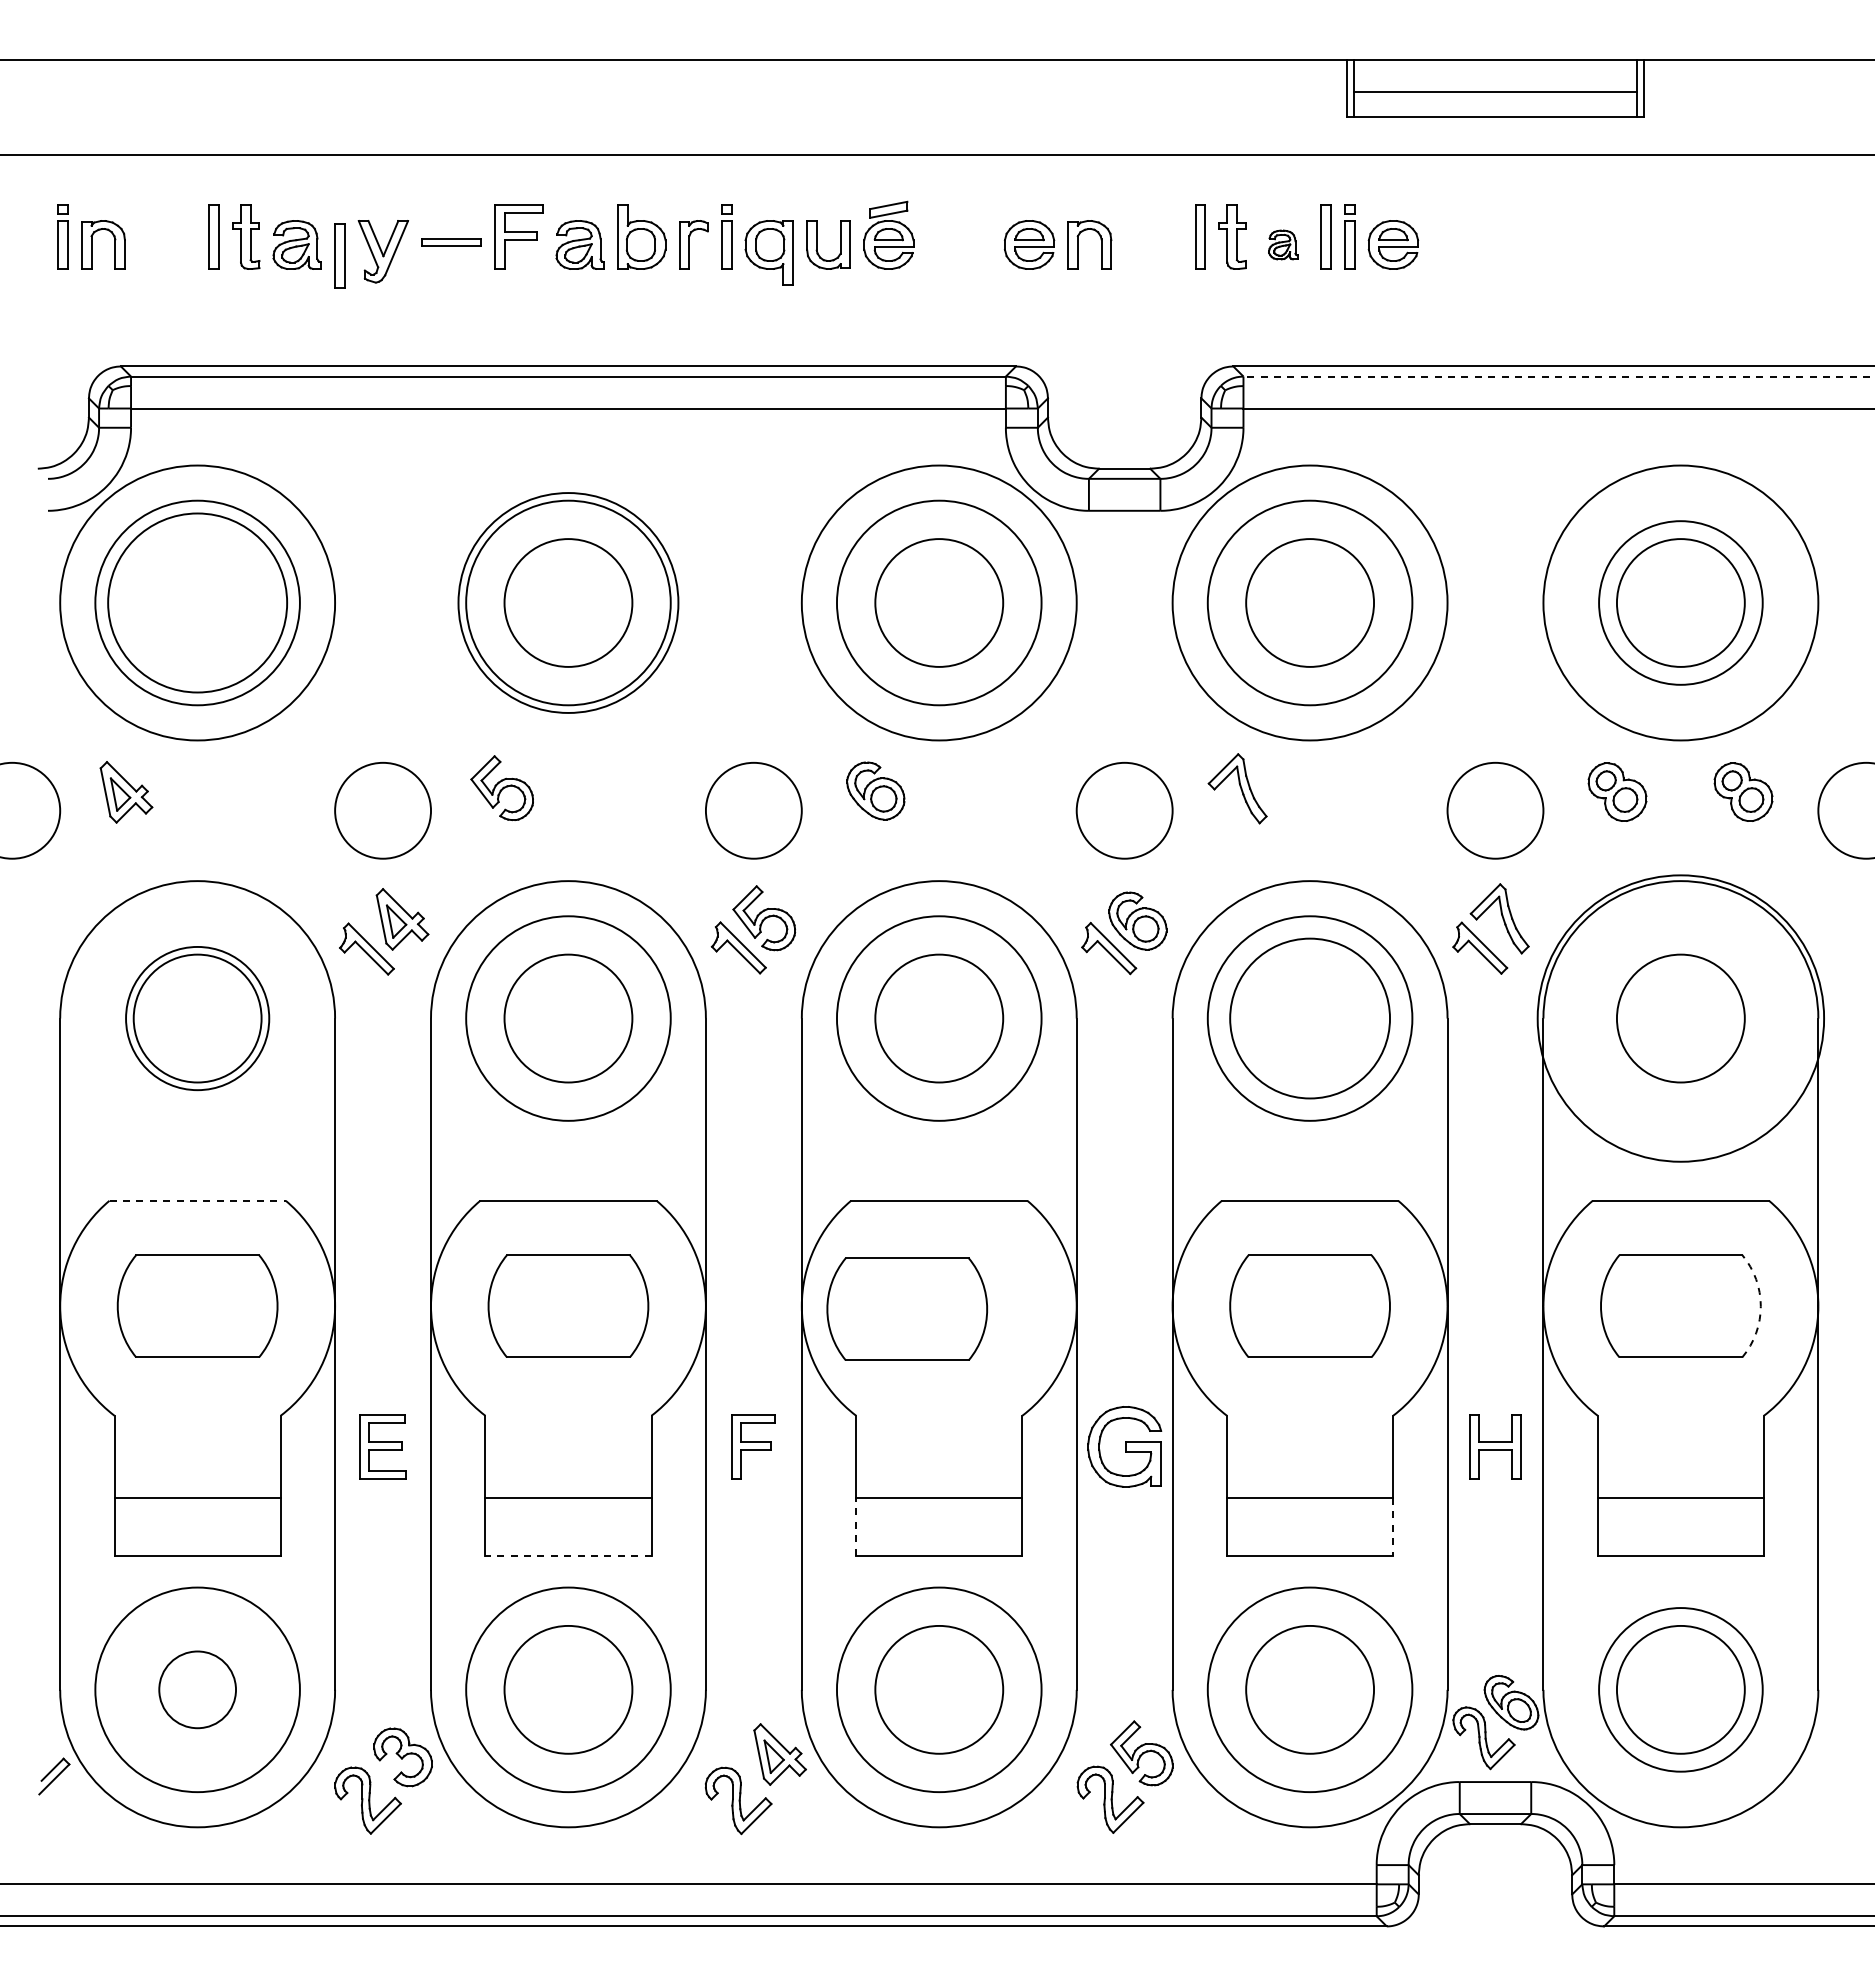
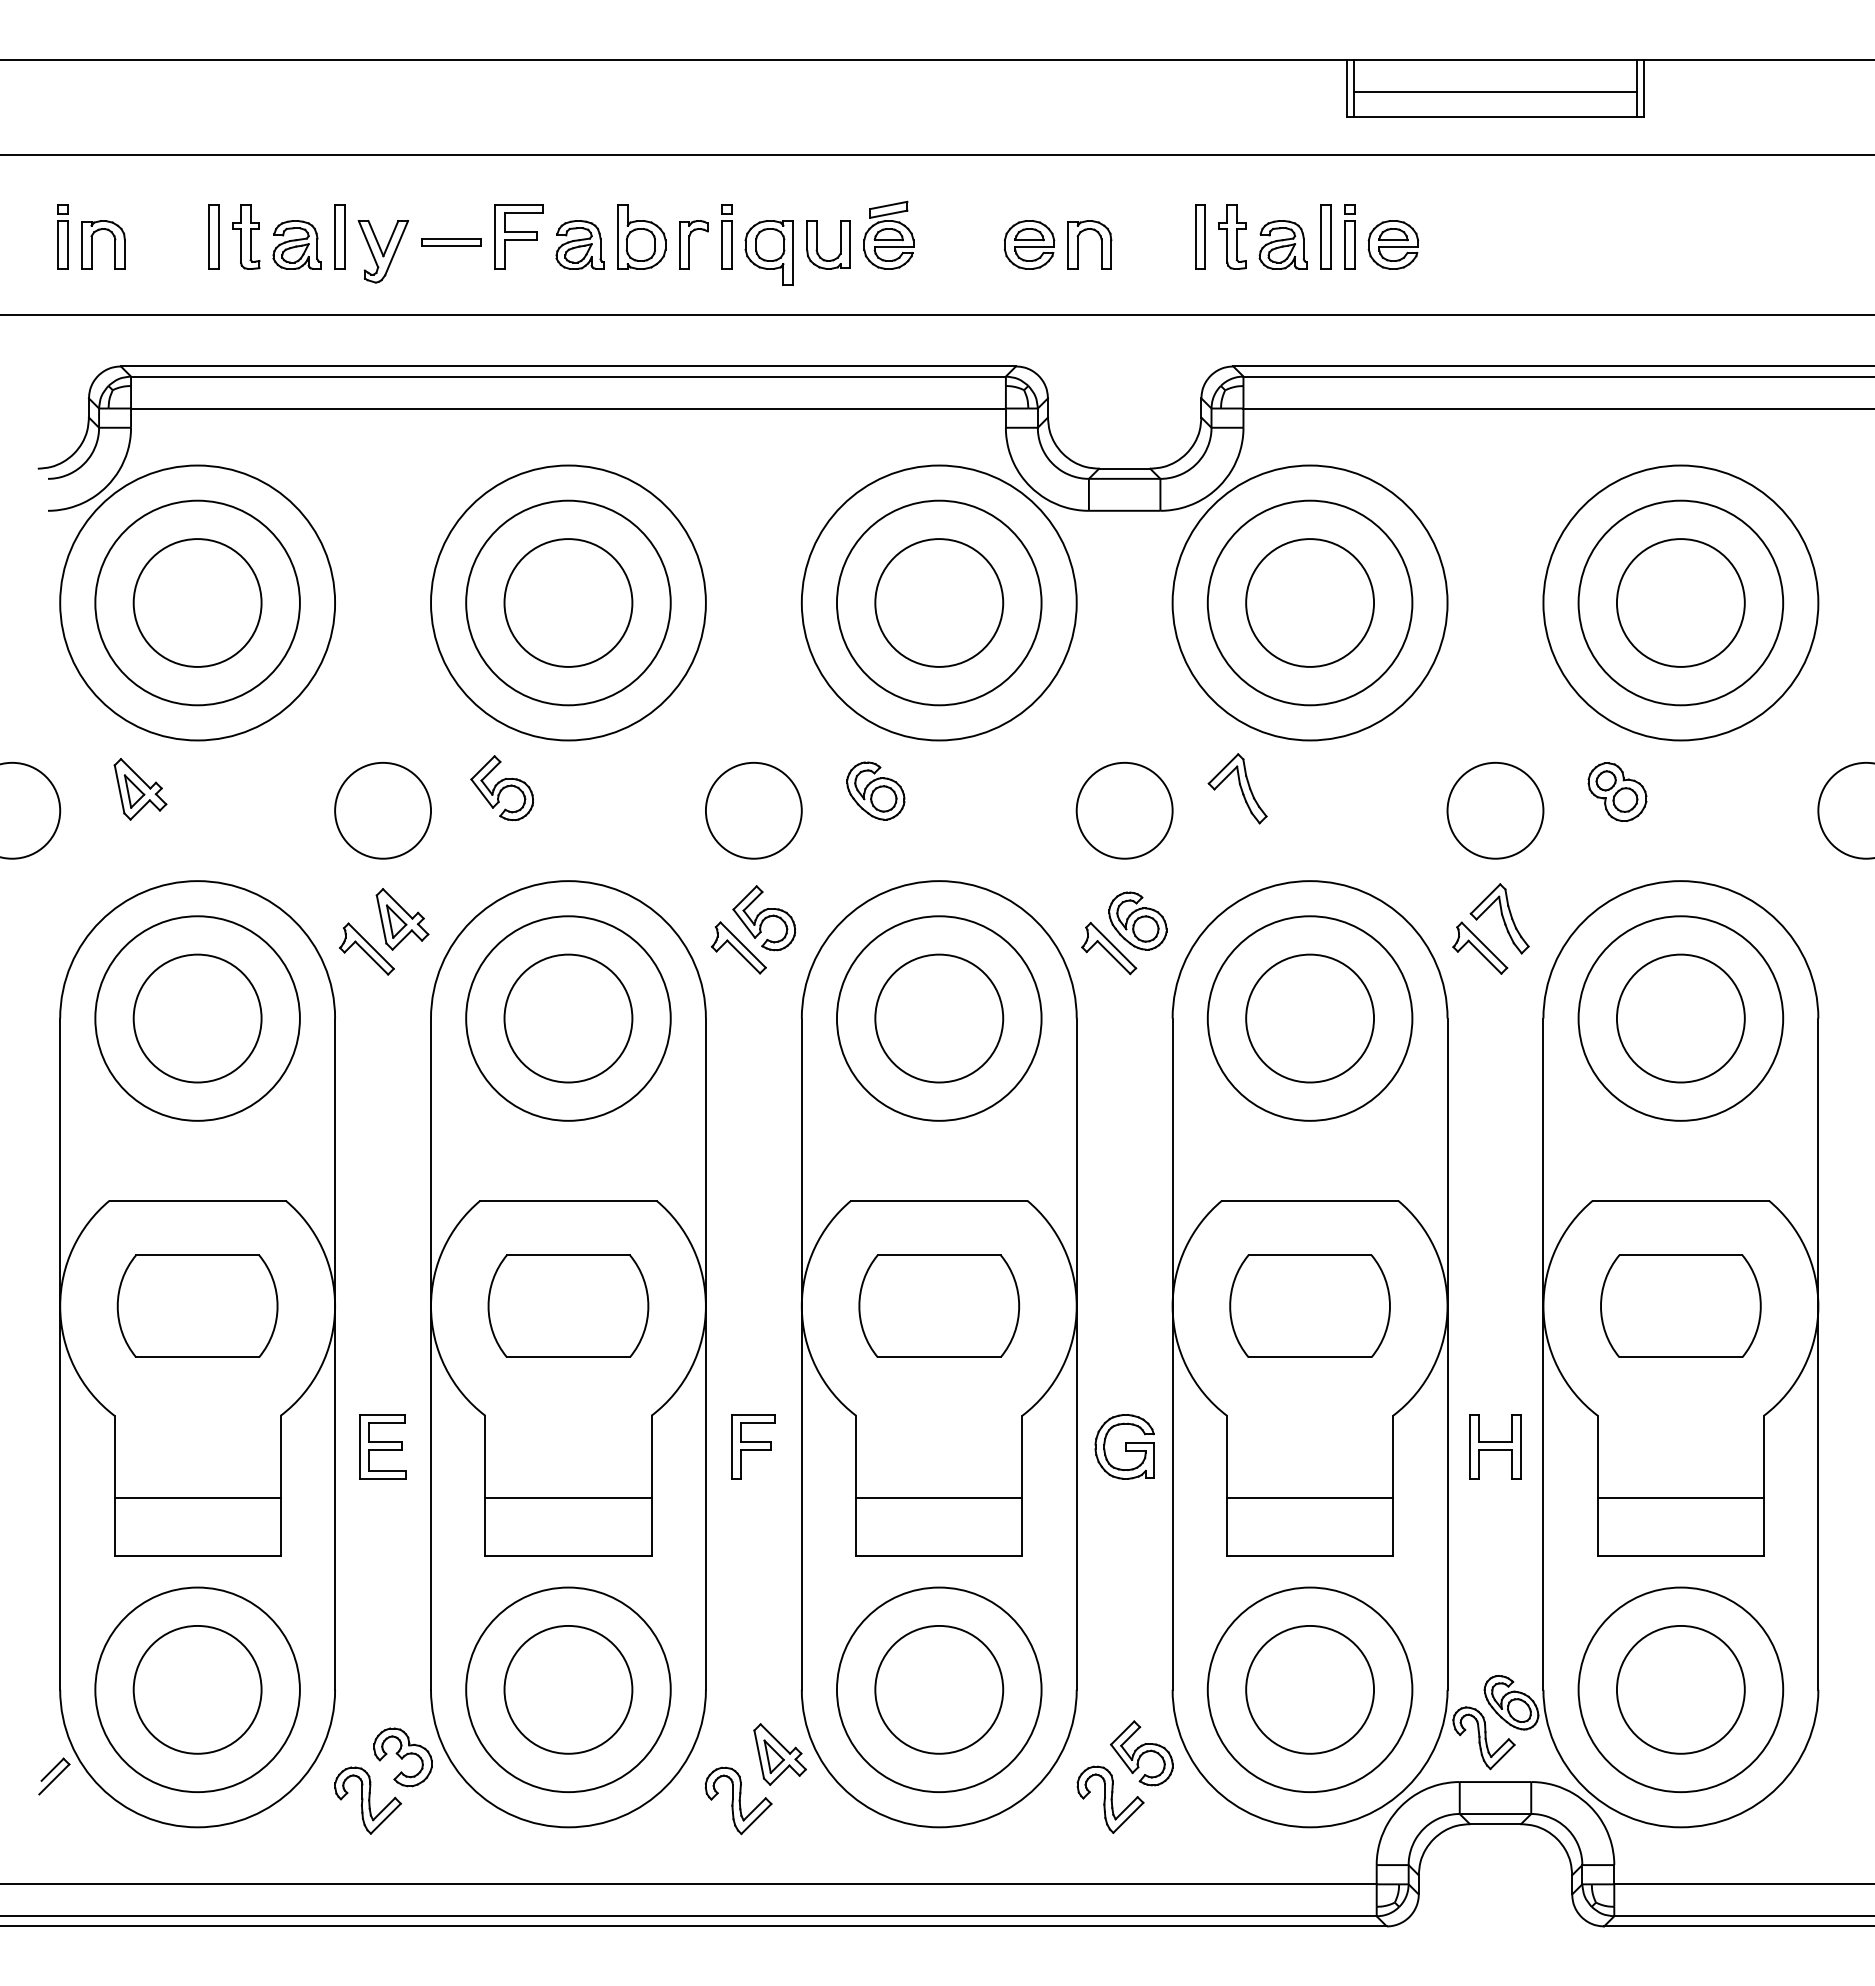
part at (1283, 244) size: 31x32 px -> 50x50 px
part at (339, 255) position: (339, 255) -> (339, 236)
line at (936, 315): none -> present
line at (1559, 376): dashed -> solid
circle at (197, 602) diameter: 179 px -> 128 px
circle at (568, 602) diameter: 220 px -> 275 px
circle at (1680, 602) diameter: 164 px -> 205 px
part at (1743, 791): present -> none
part at (126, 792) position: (126, 792) -> (140, 789)
circle at (197, 1018) diameter: 143 px -> 205 px
circle at (1310, 1018) diameter: 160 px -> 128 px
circle at (1680, 1018) diameter: 286 px -> 205 px
line at (198, 1200): dashed -> solid
arc at (1760, 1306): dashed -> solid
part at (906, 1308) position: (906, 1308) -> (938, 1305)
part at (1124, 1446) size: 76x82 px -> 61x66 px
line at (856, 1526): dashed -> solid
line at (1393, 1526): dashed -> solid
line at (567, 1555): dashed -> solid
circle at (197, 1689) diameter: 77 px -> 128 px
circle at (1680, 1689) diameter: 164 px -> 205 px
